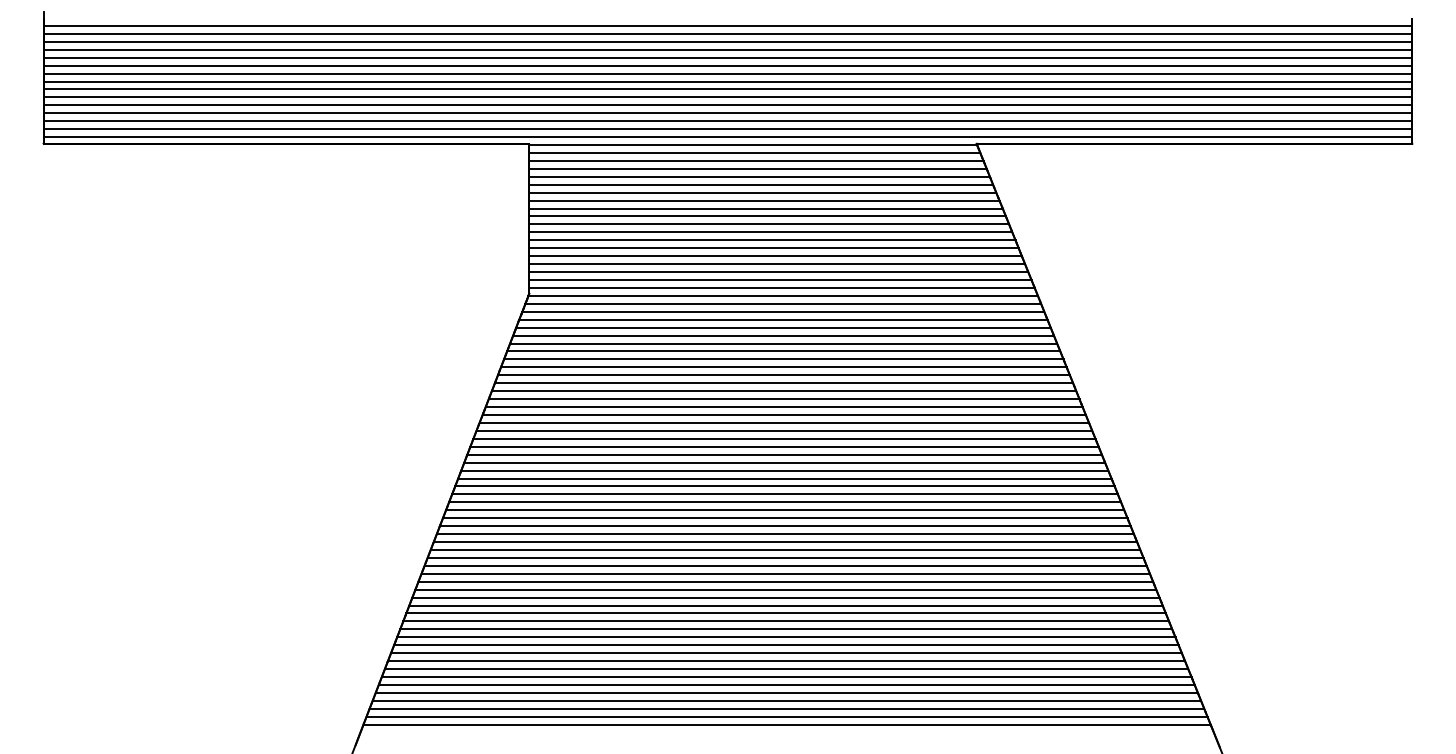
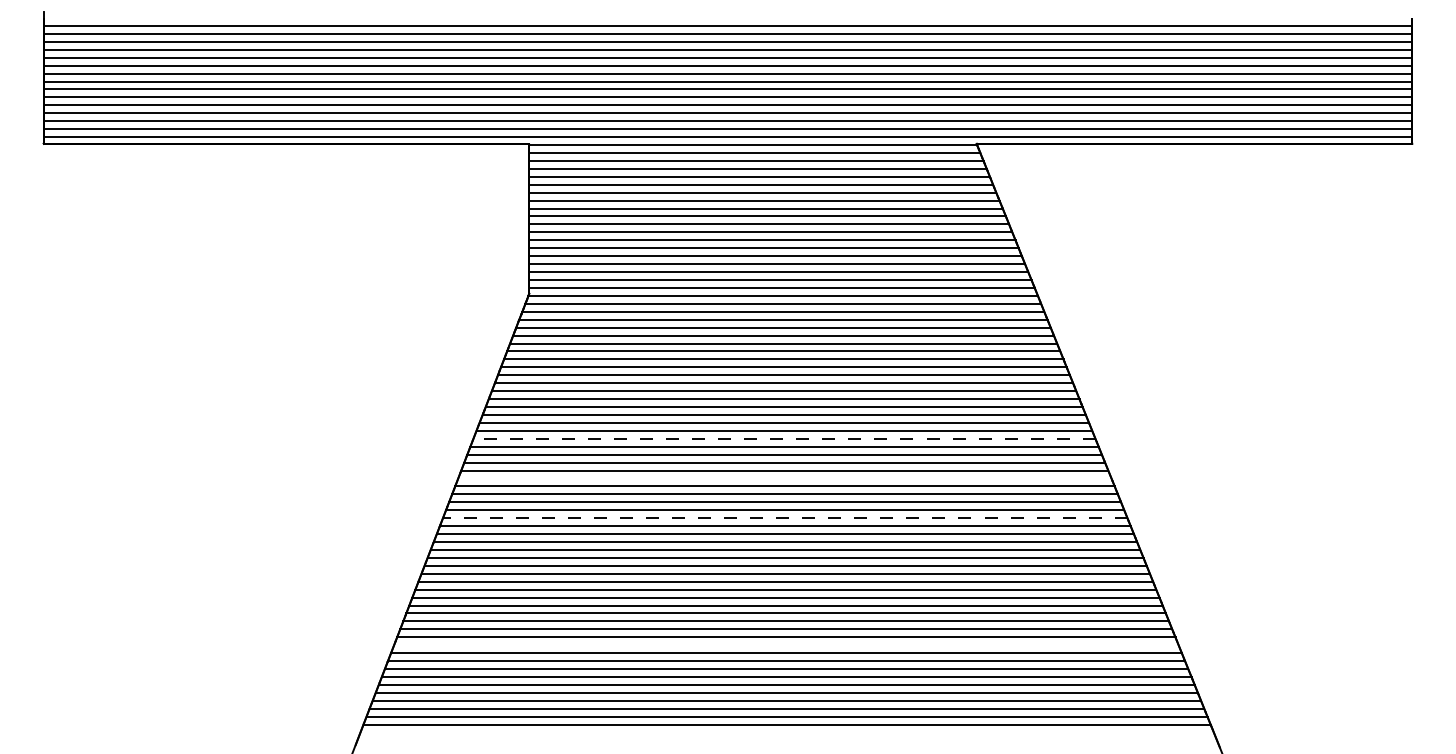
line at (783, 438): solid -> dashed
line at (784, 478): present -> none
line at (784, 518): solid -> dashed
line at (786, 645): present -> none
